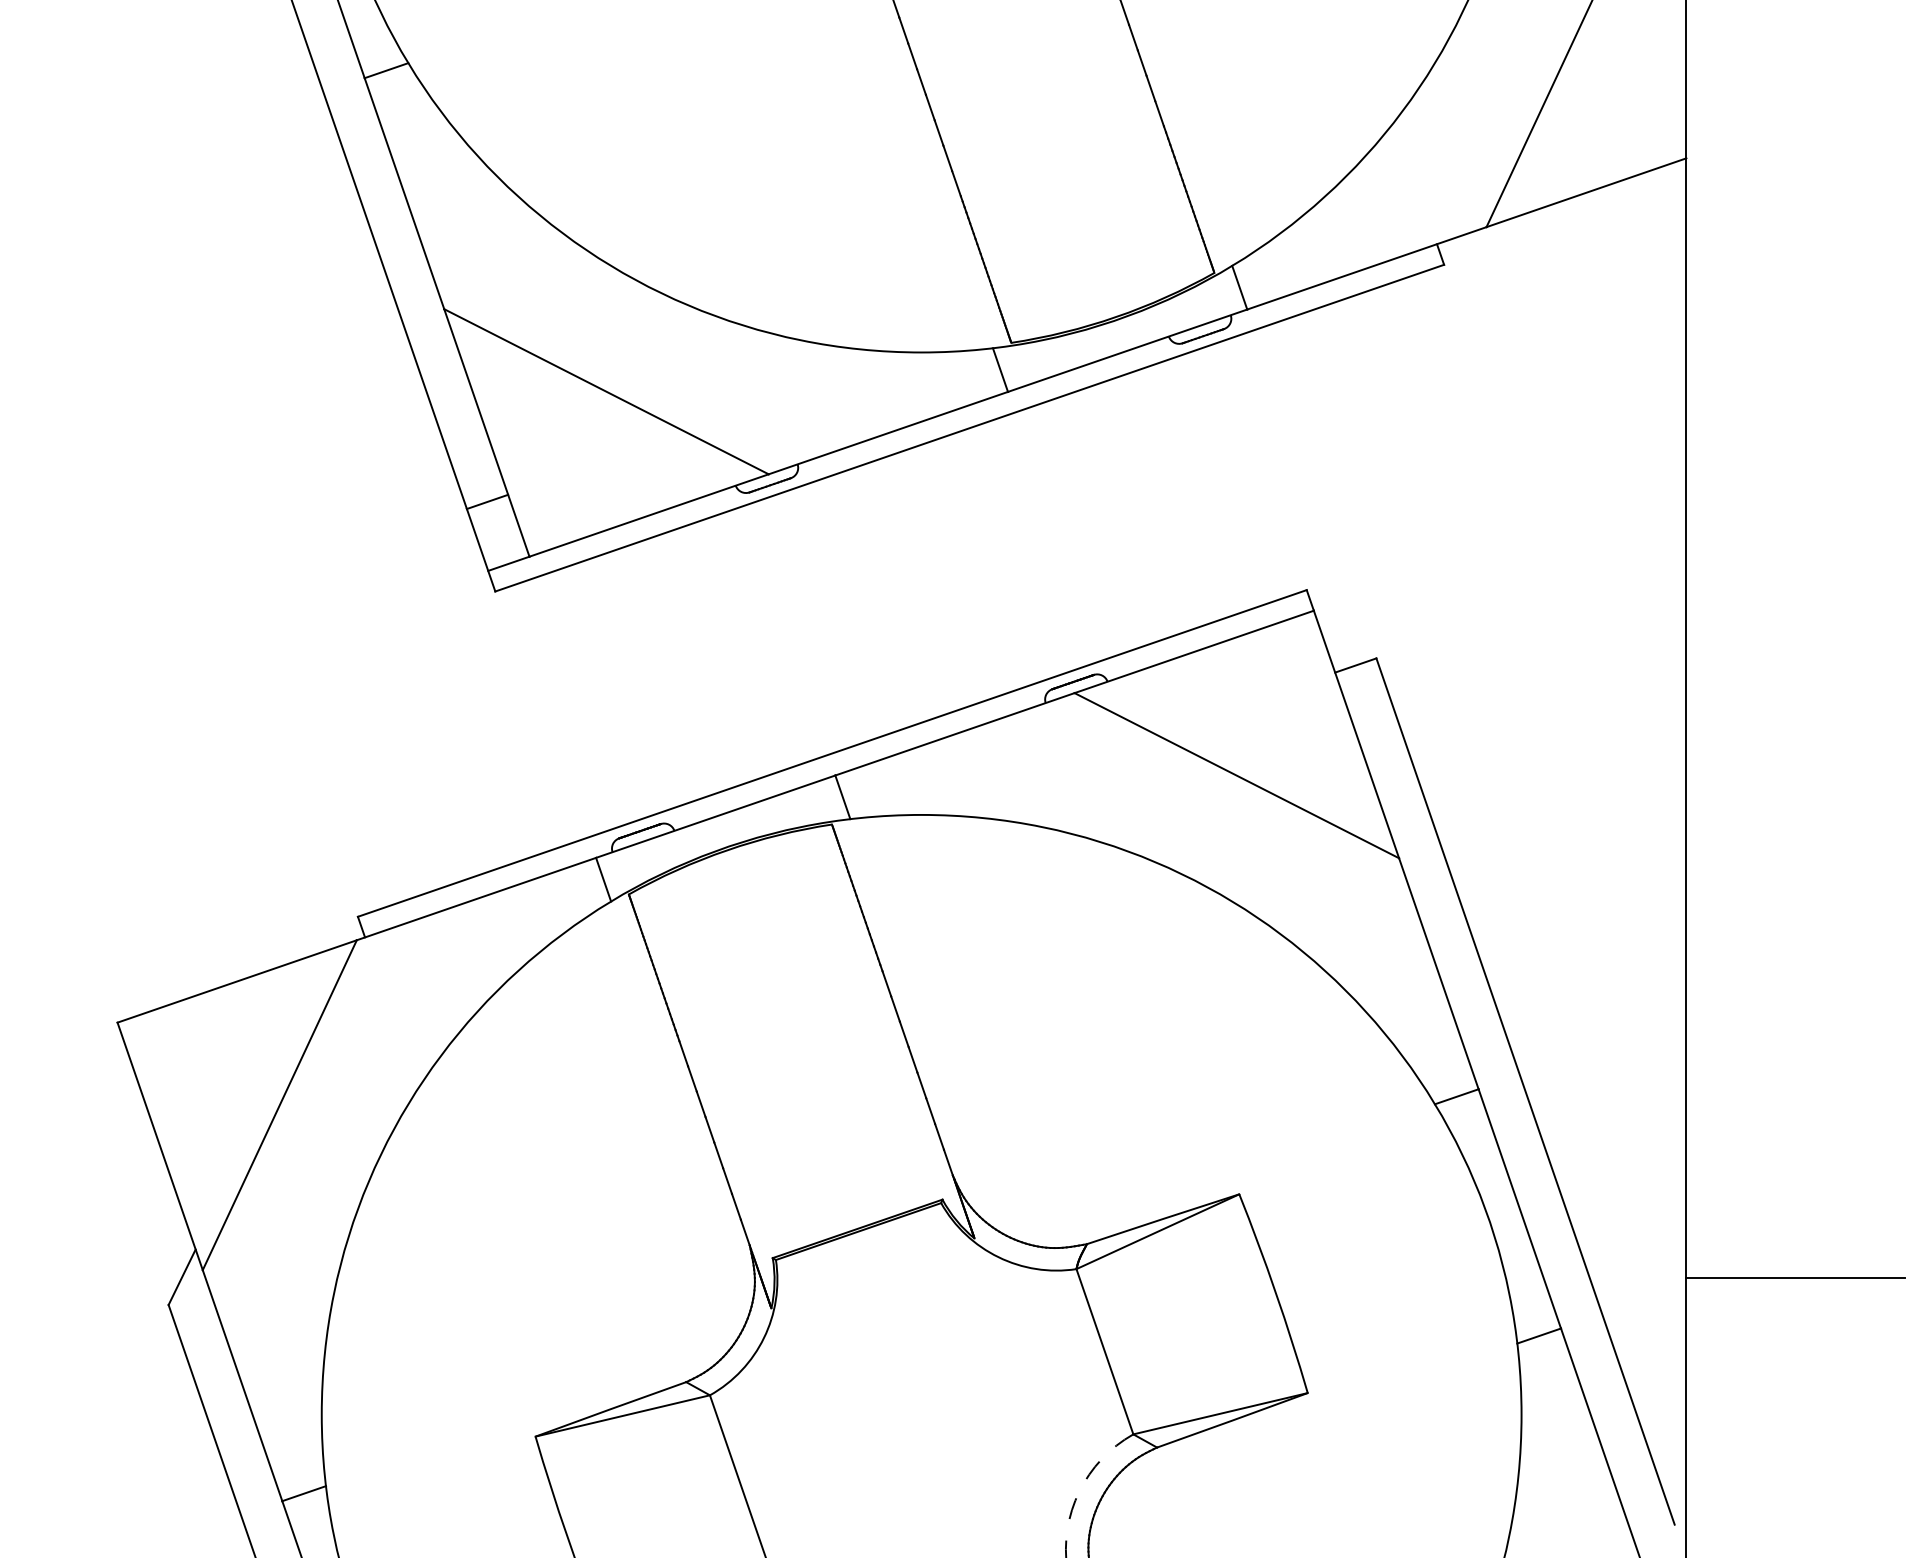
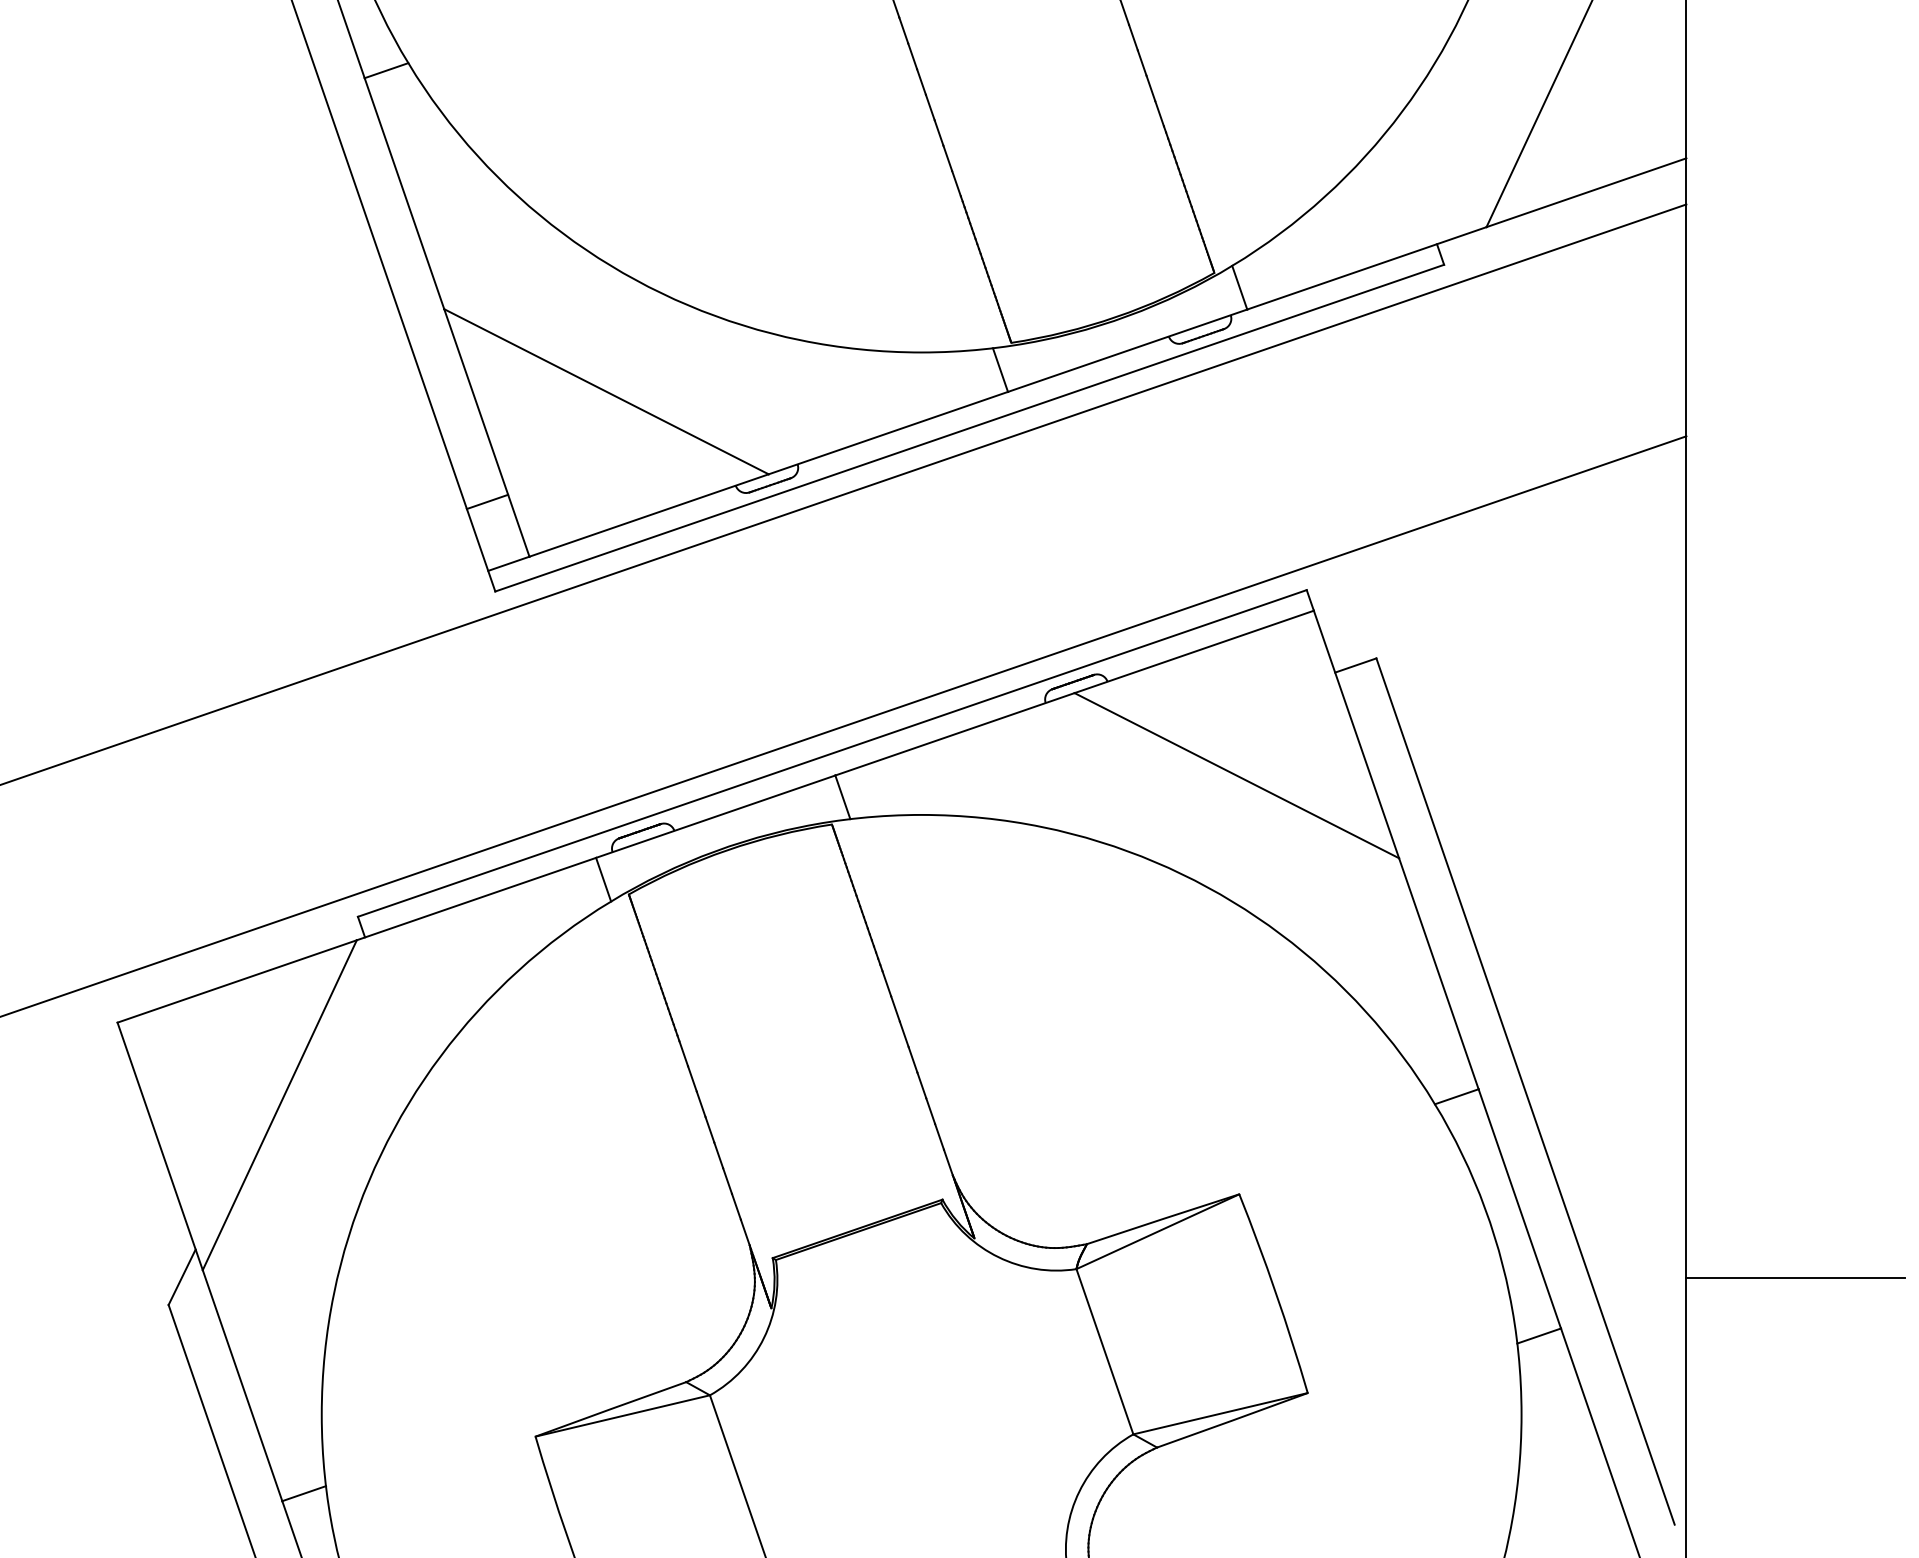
line at (844, 494): none -> present
line at (844, 726): none -> present
arc at (1082, 1486): dashed -> solid
